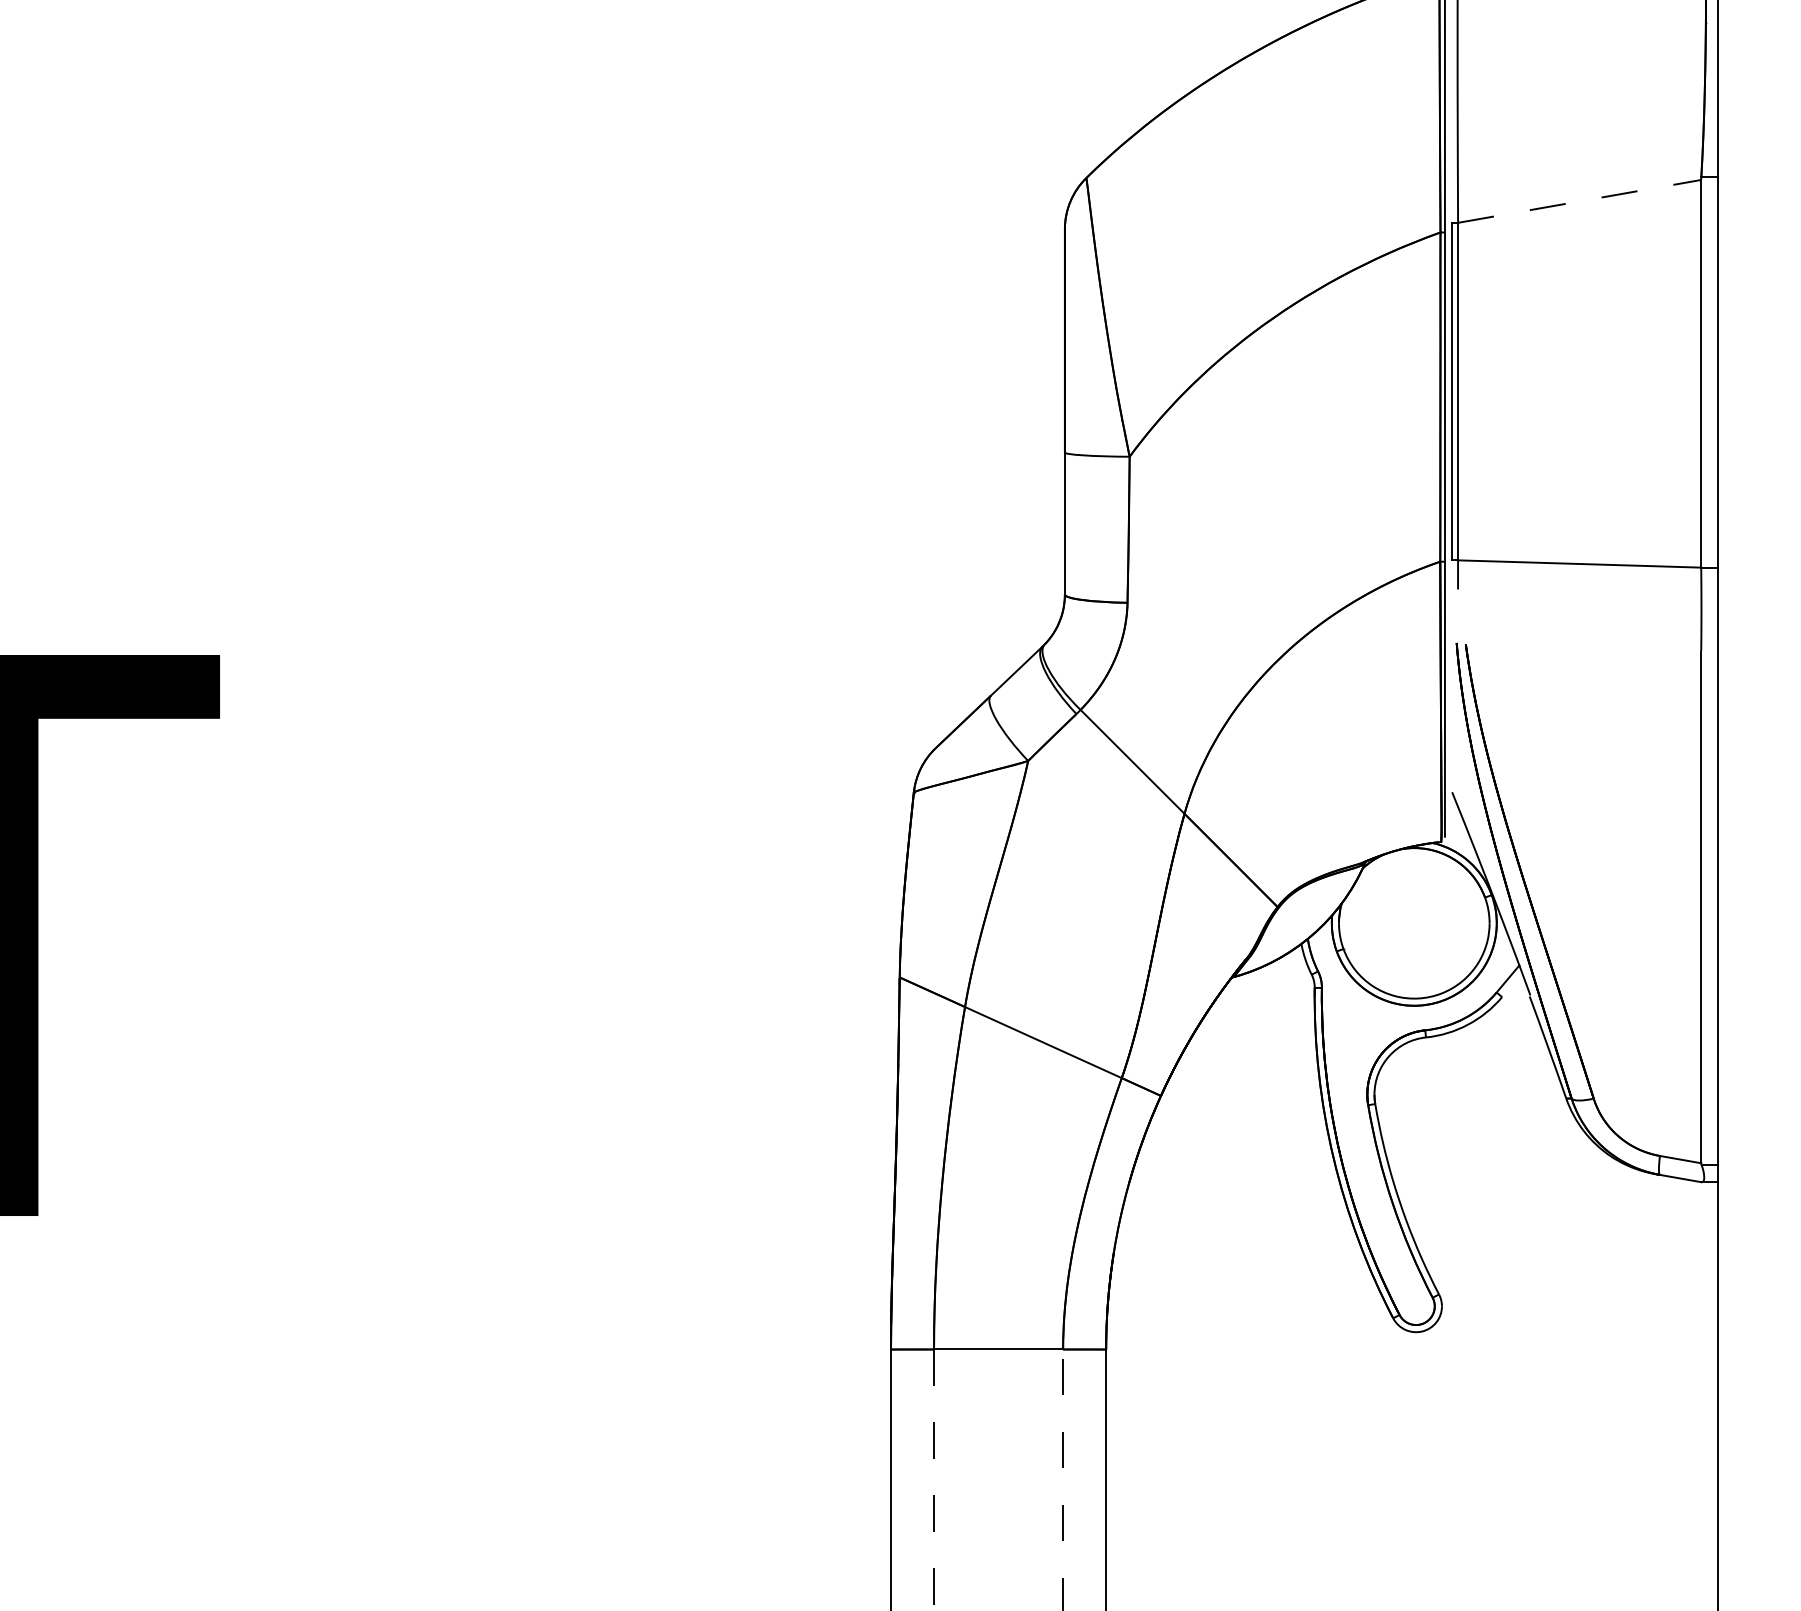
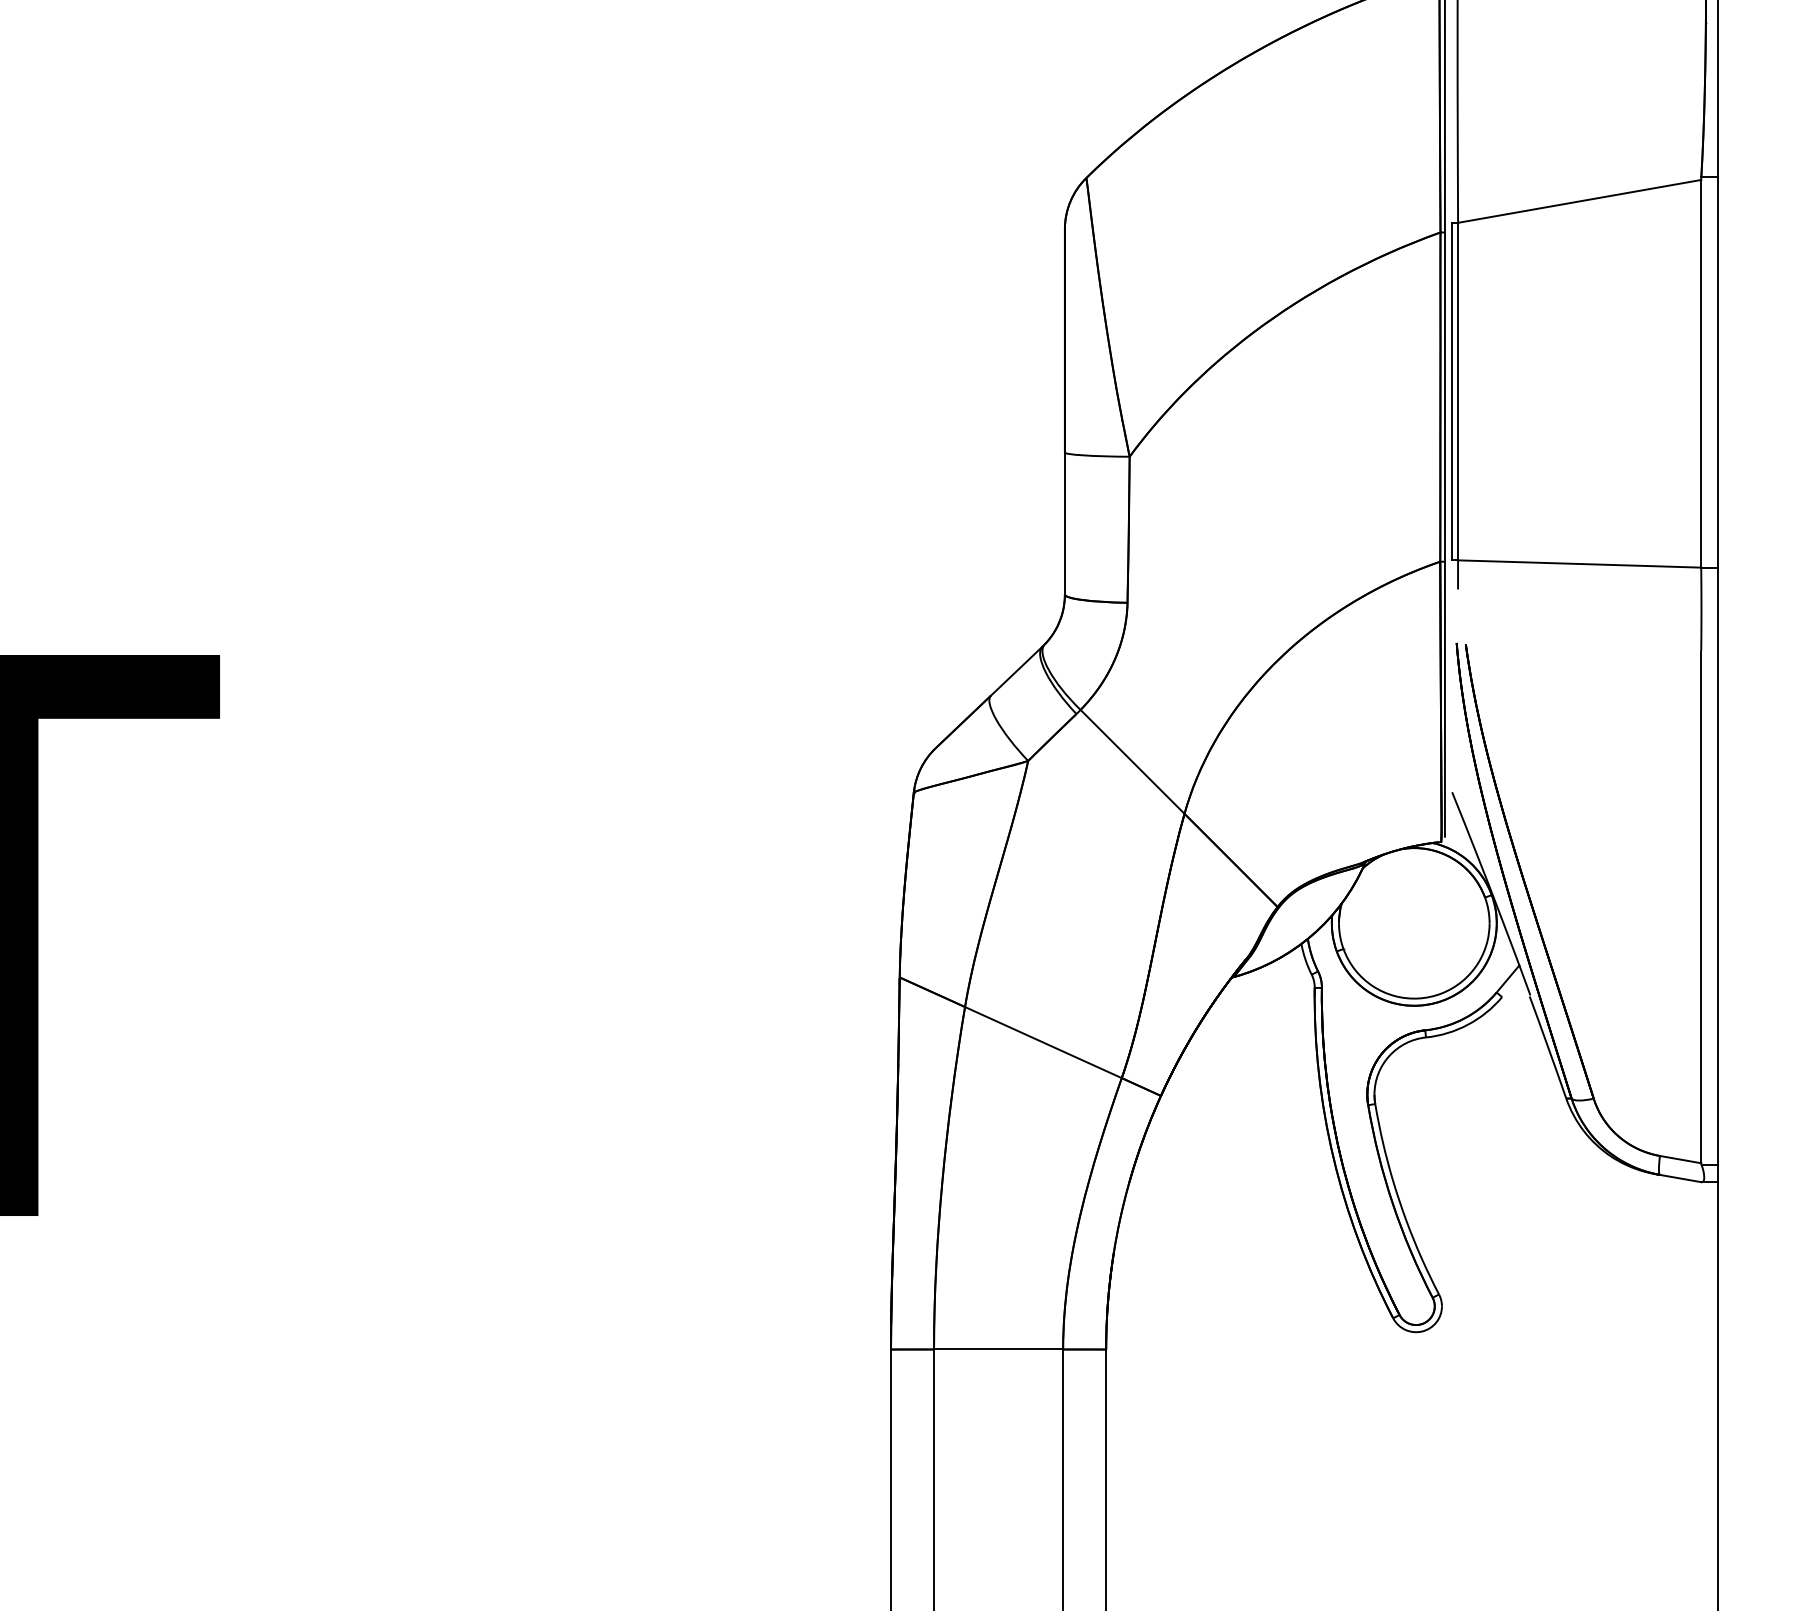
line at (1580, 201): dashed -> solid
line at (1063, 1479): dashed -> solid
line at (934, 1480): dashed -> solid
